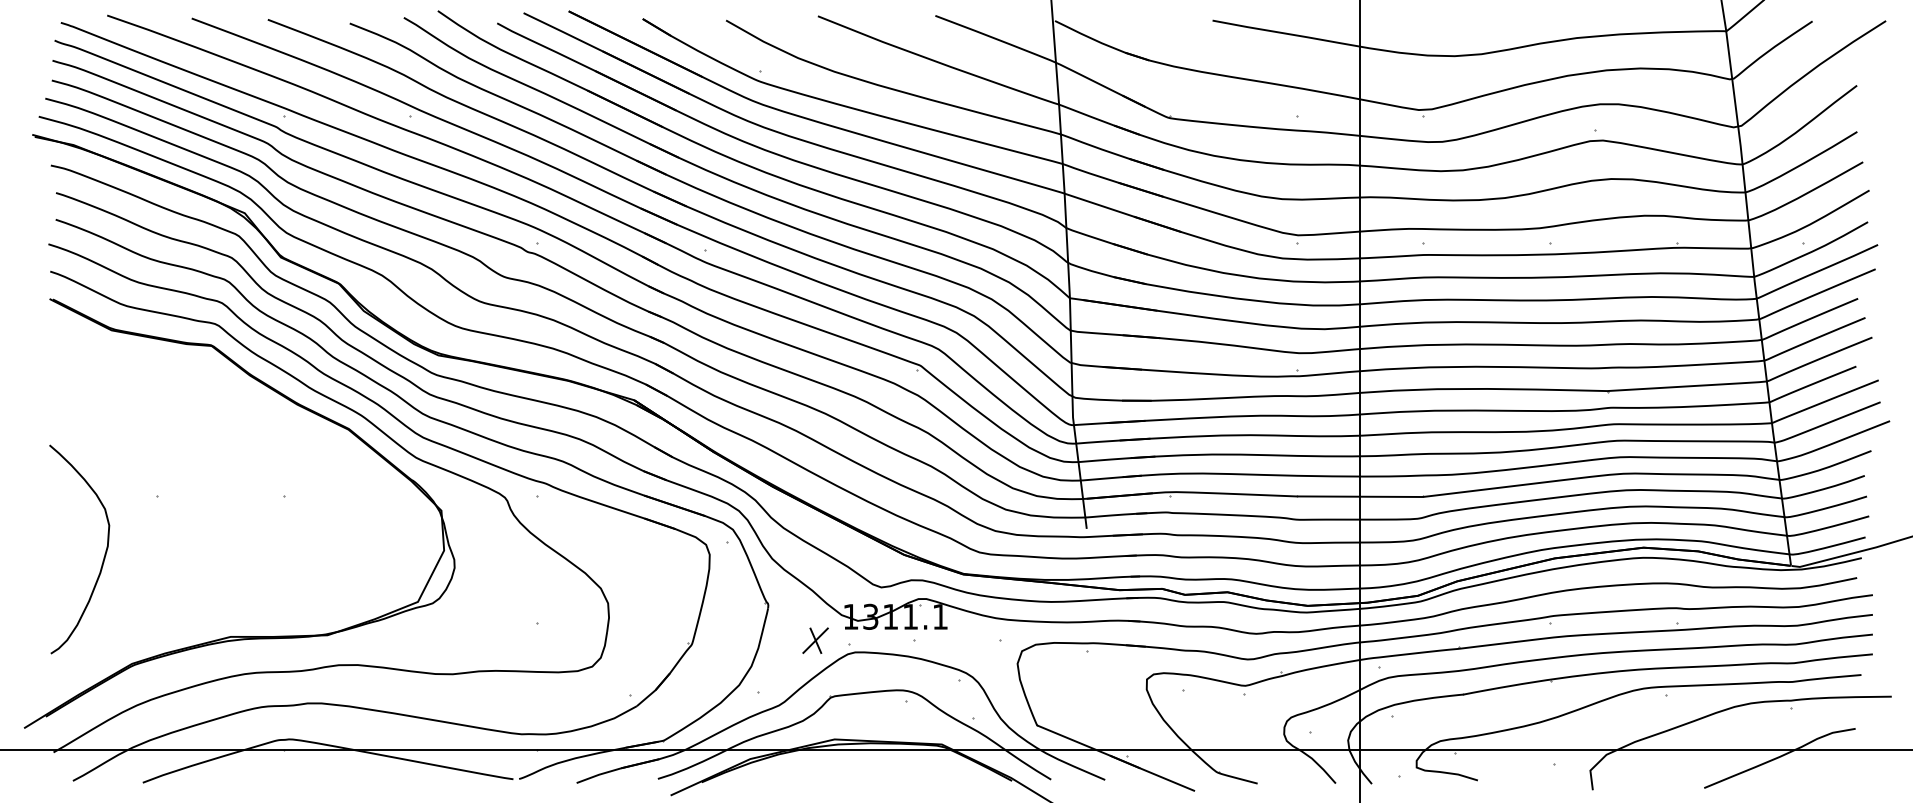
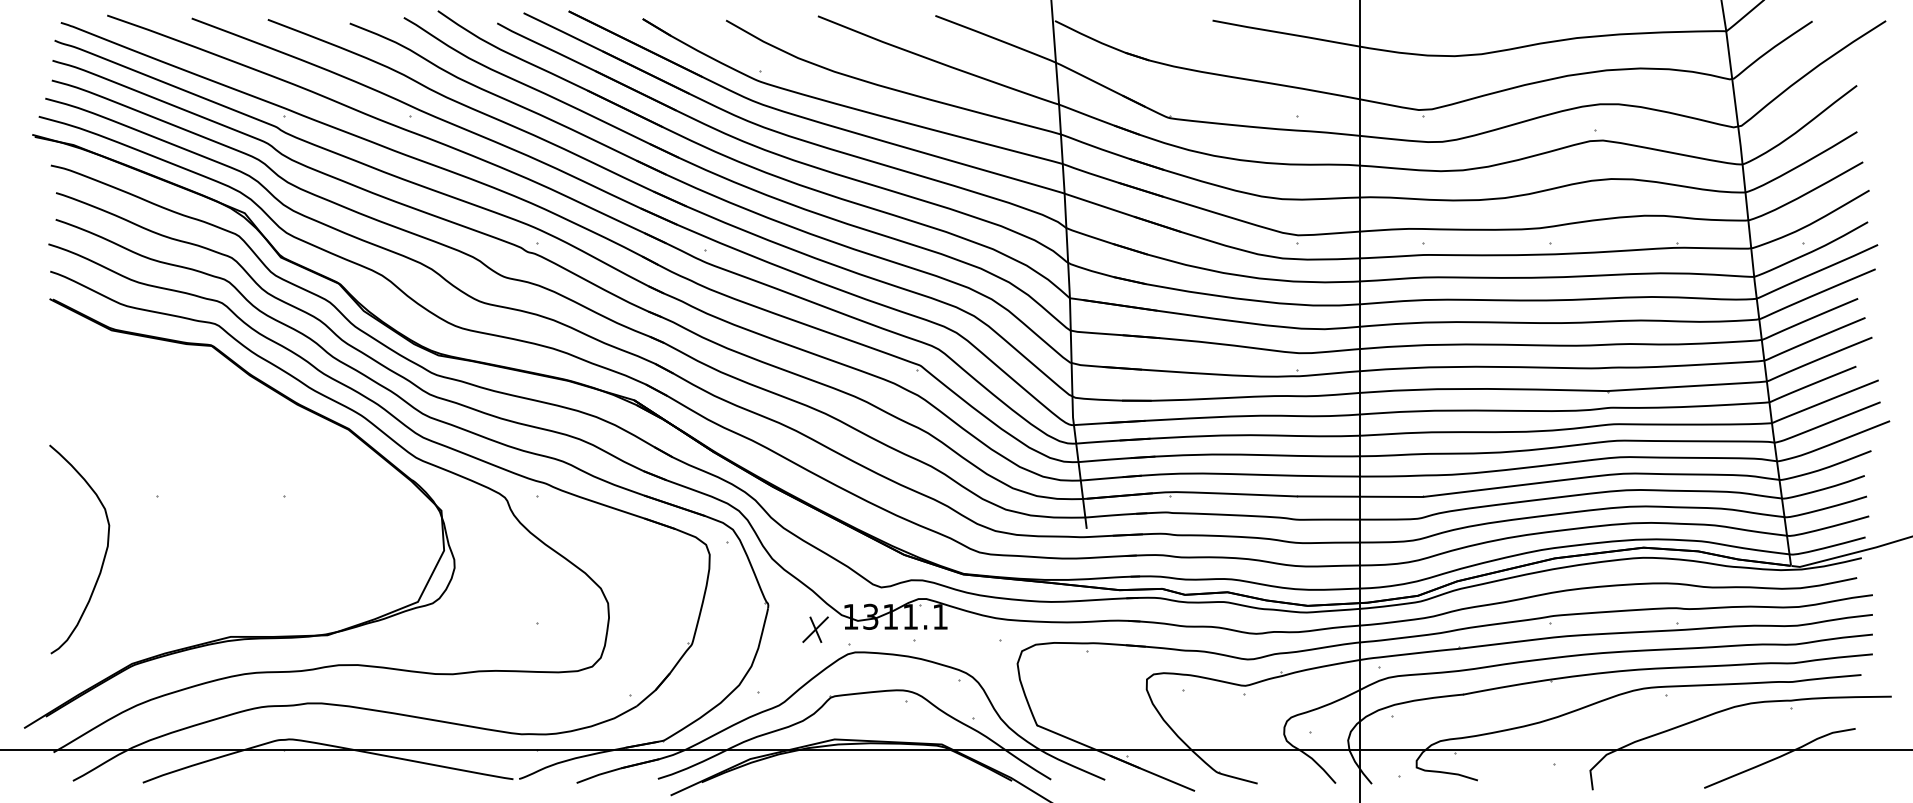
part at (815, 640) position: (815, 640) -> (815, 629)
